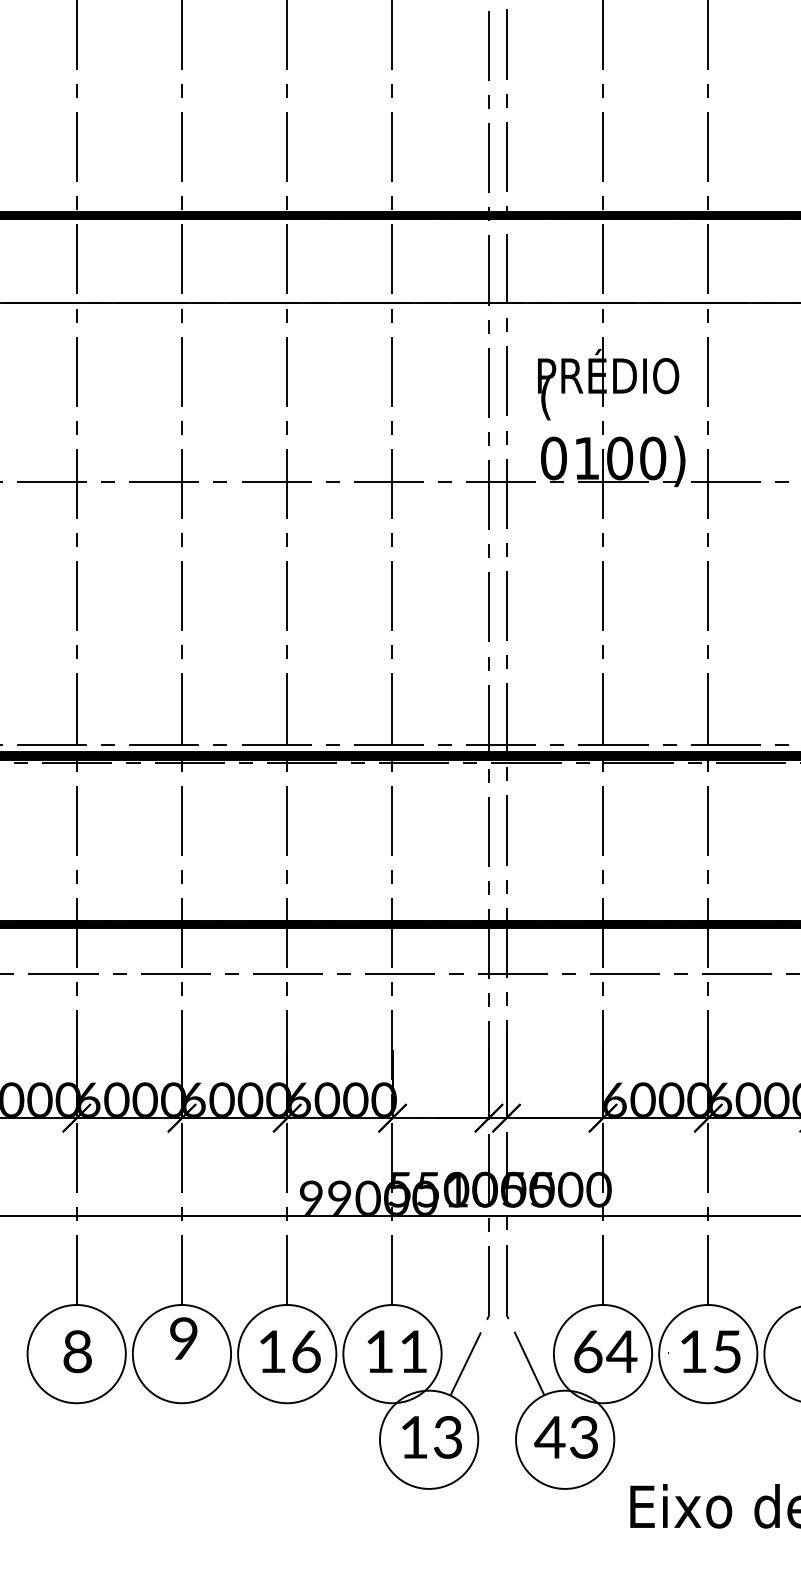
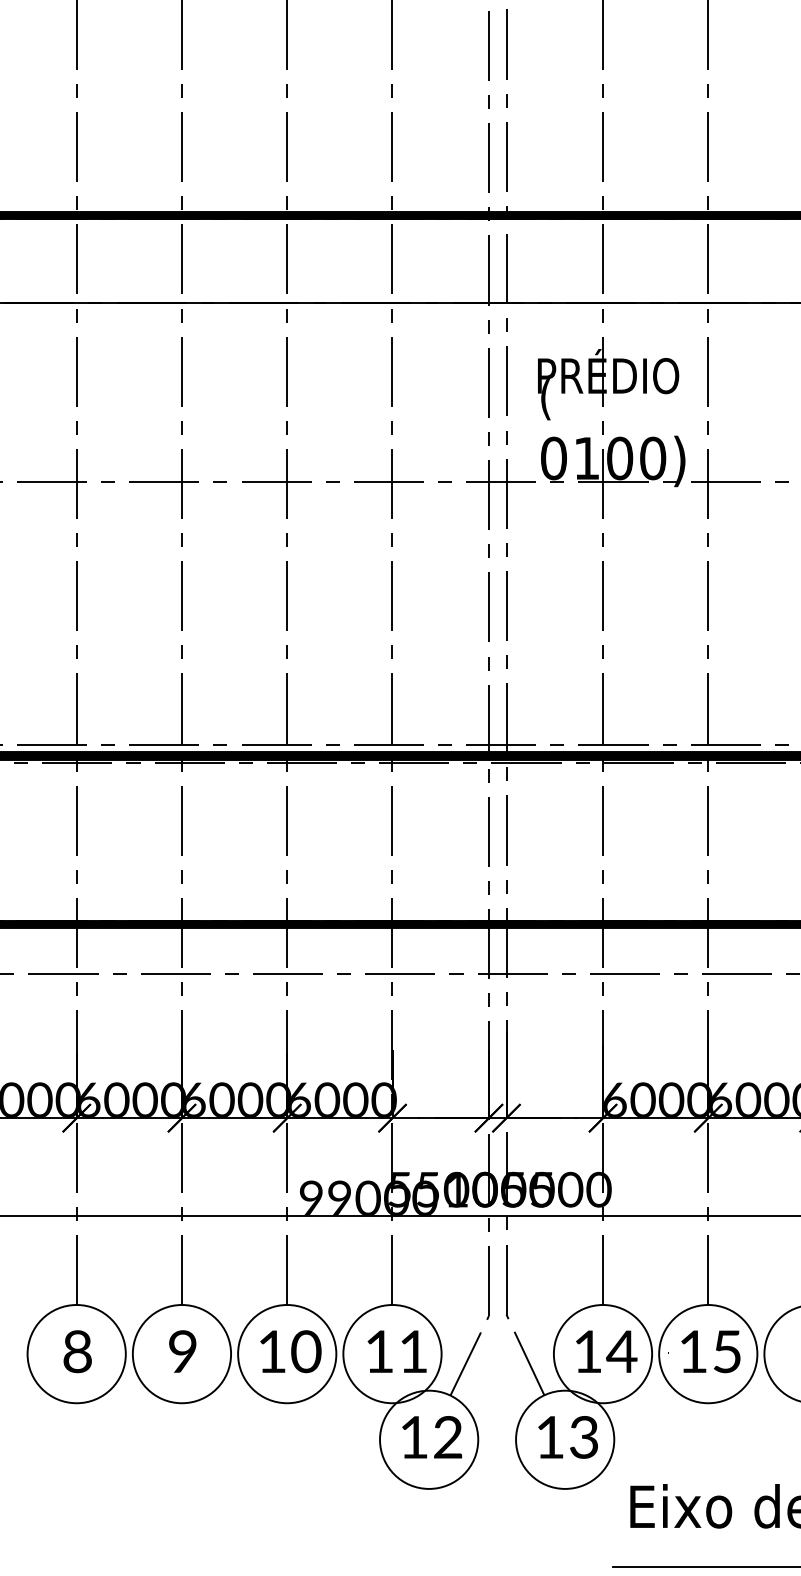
text at (183, 1338) position: (183, 1338) -> (182, 1351)
text at (306, 1351): 16 -> 10
text at (588, 1351): 64 -> 14
text at (448, 1437): 13 -> 12
text at (549, 1437): 43 -> 13
line at (705, 1566): none -> present
